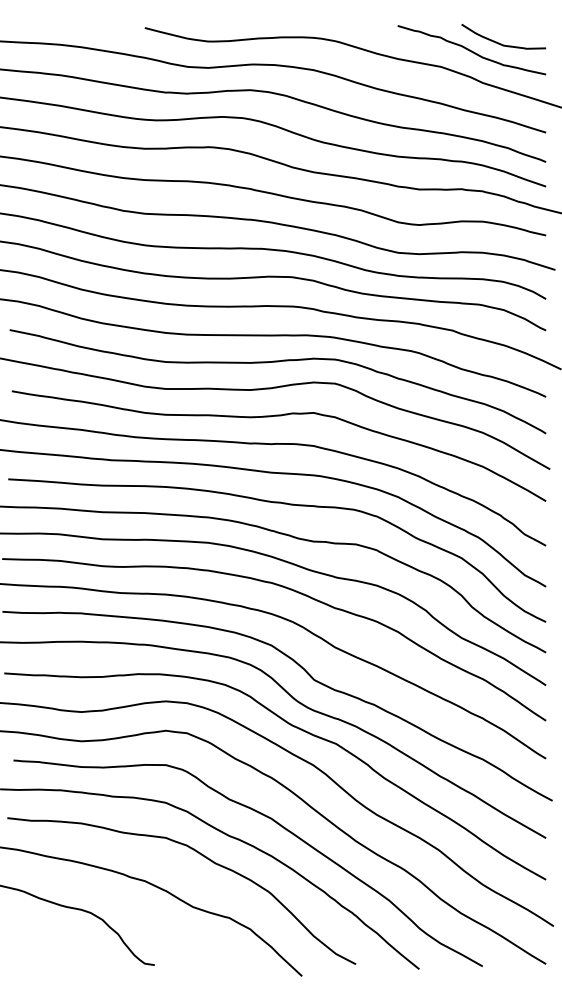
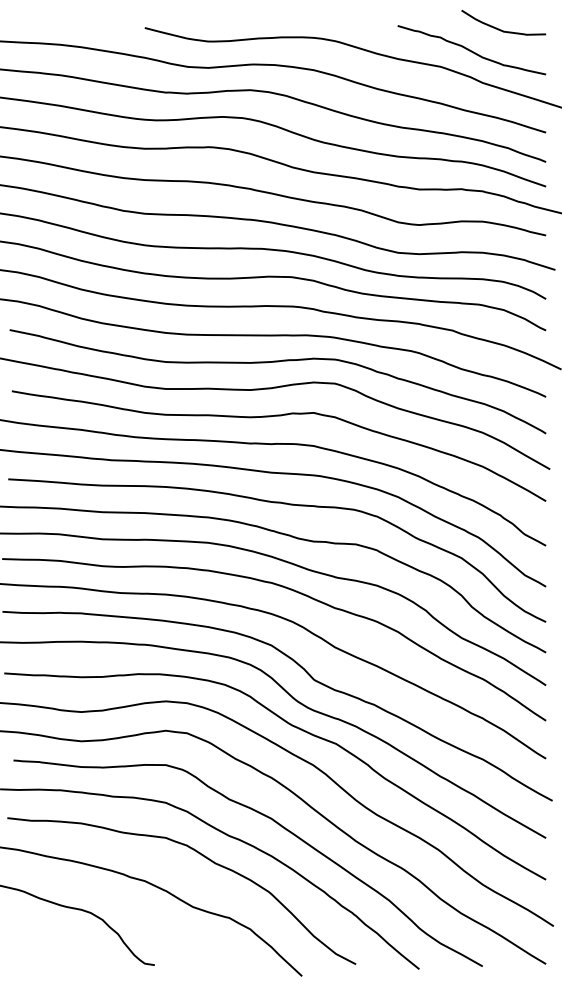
curve at (499, 42) position: (499, 42) -> (499, 28)
